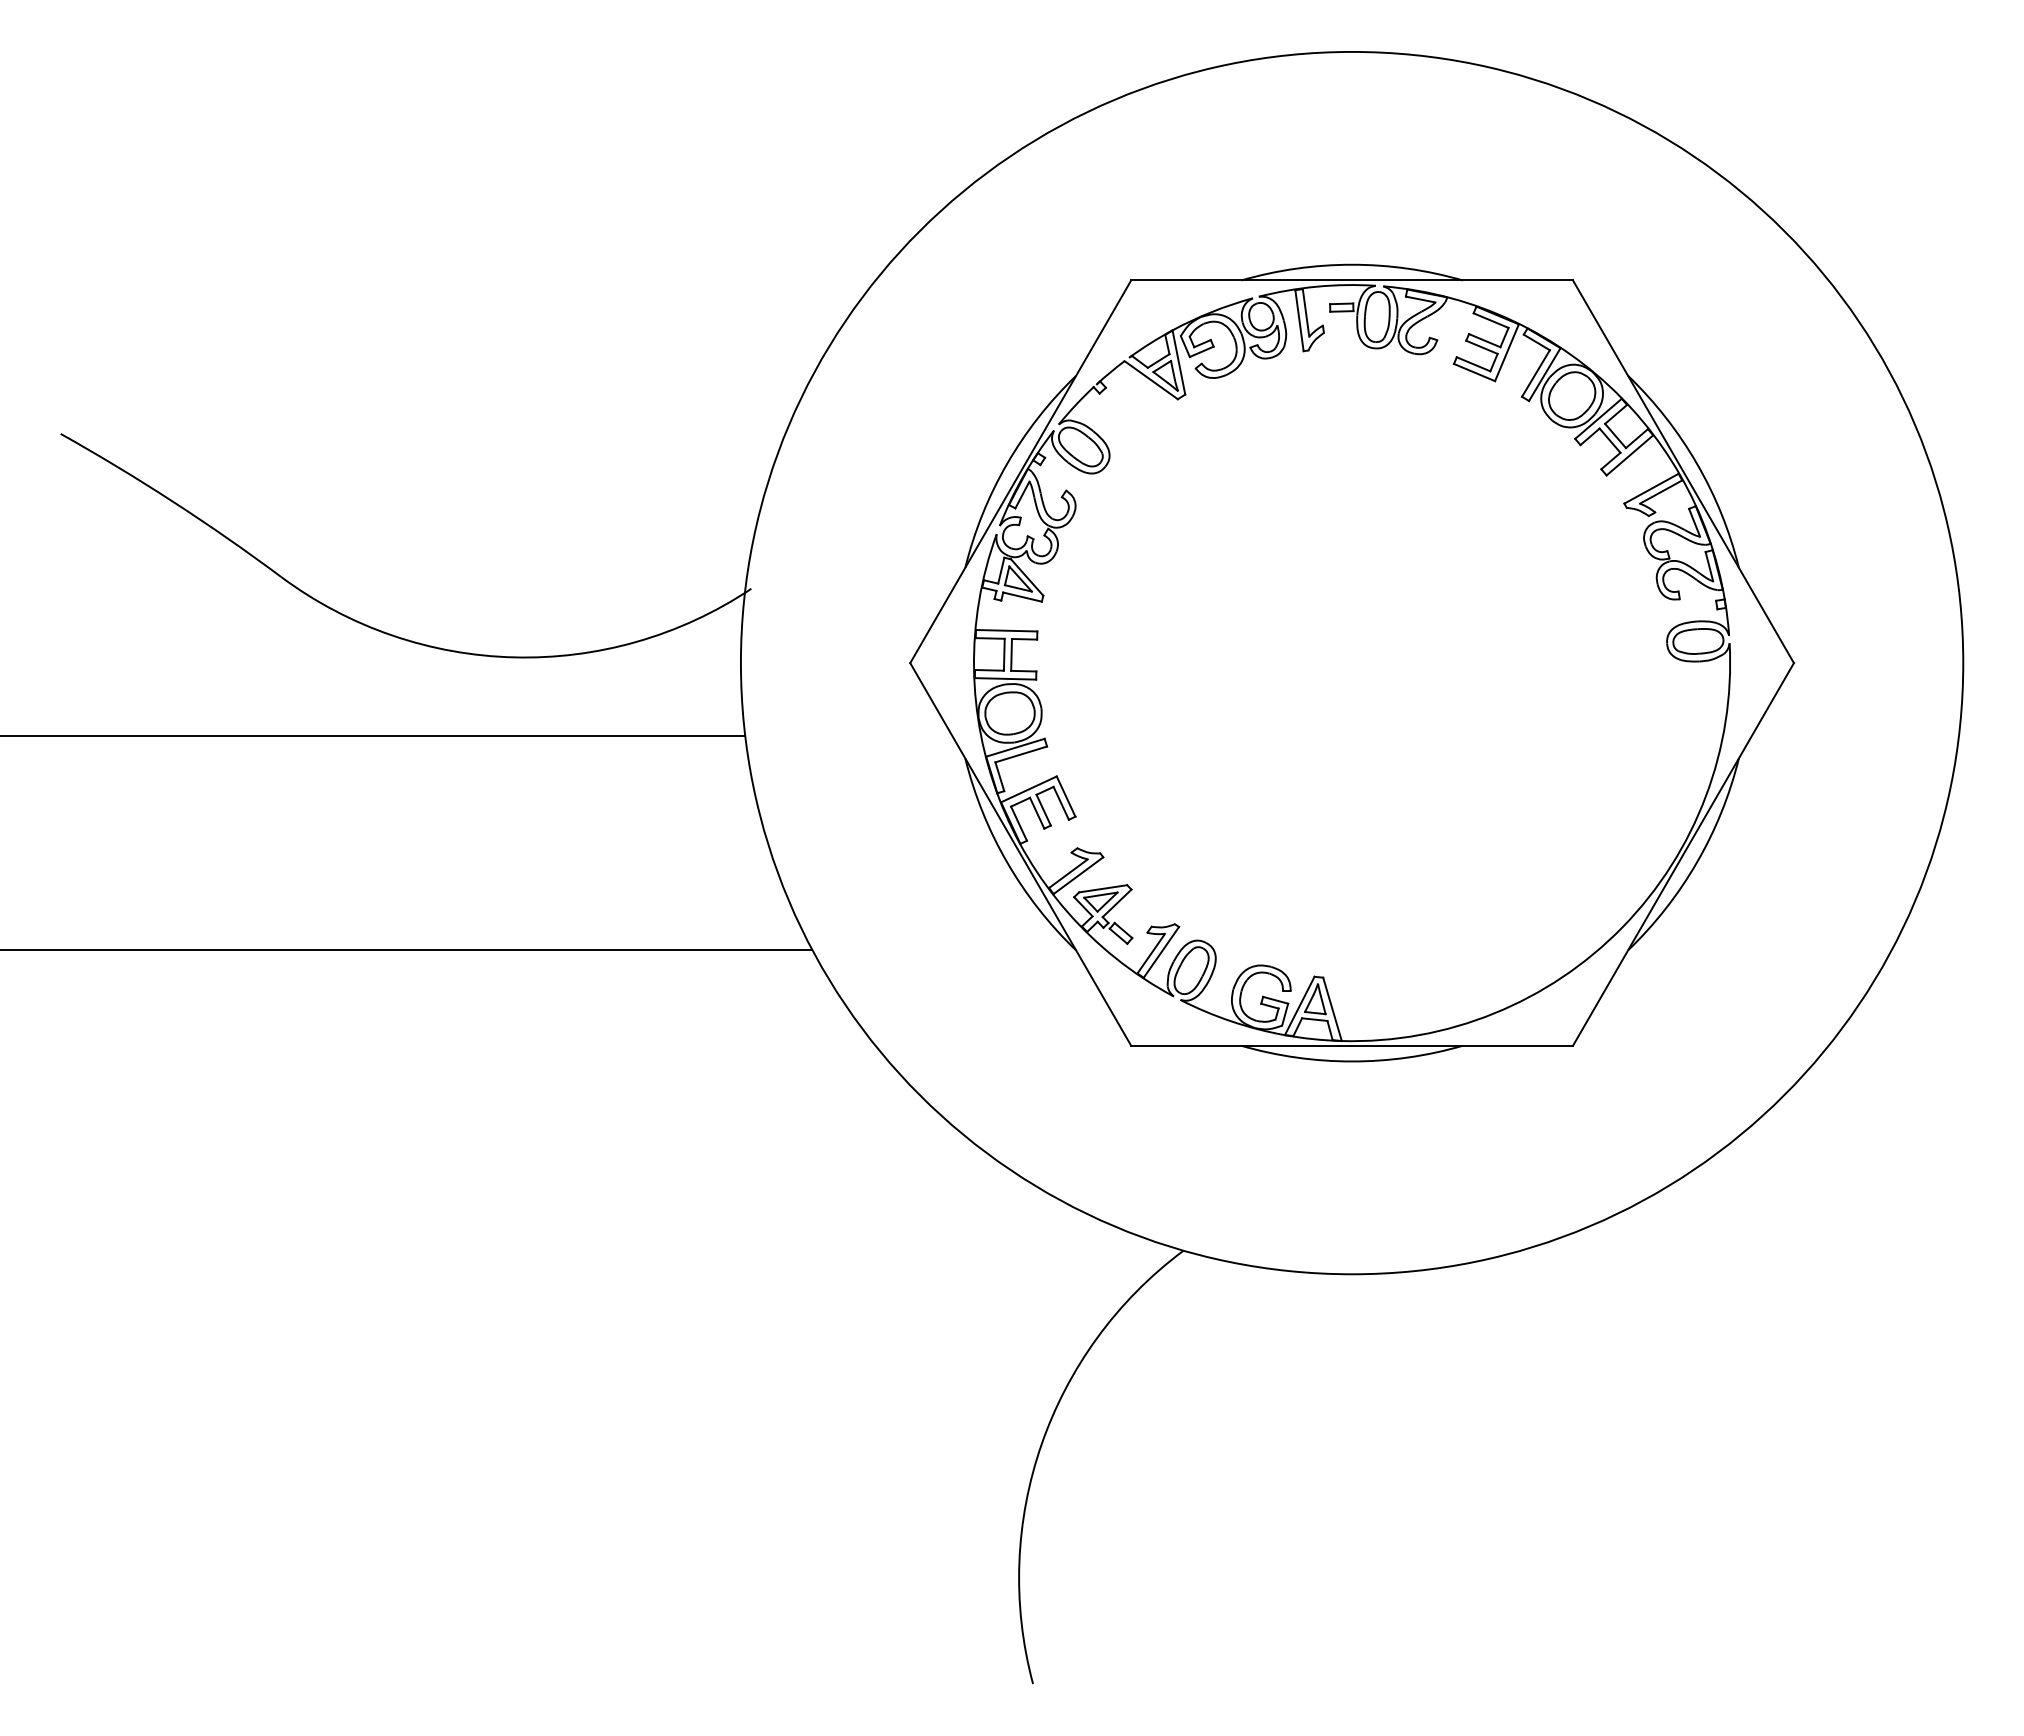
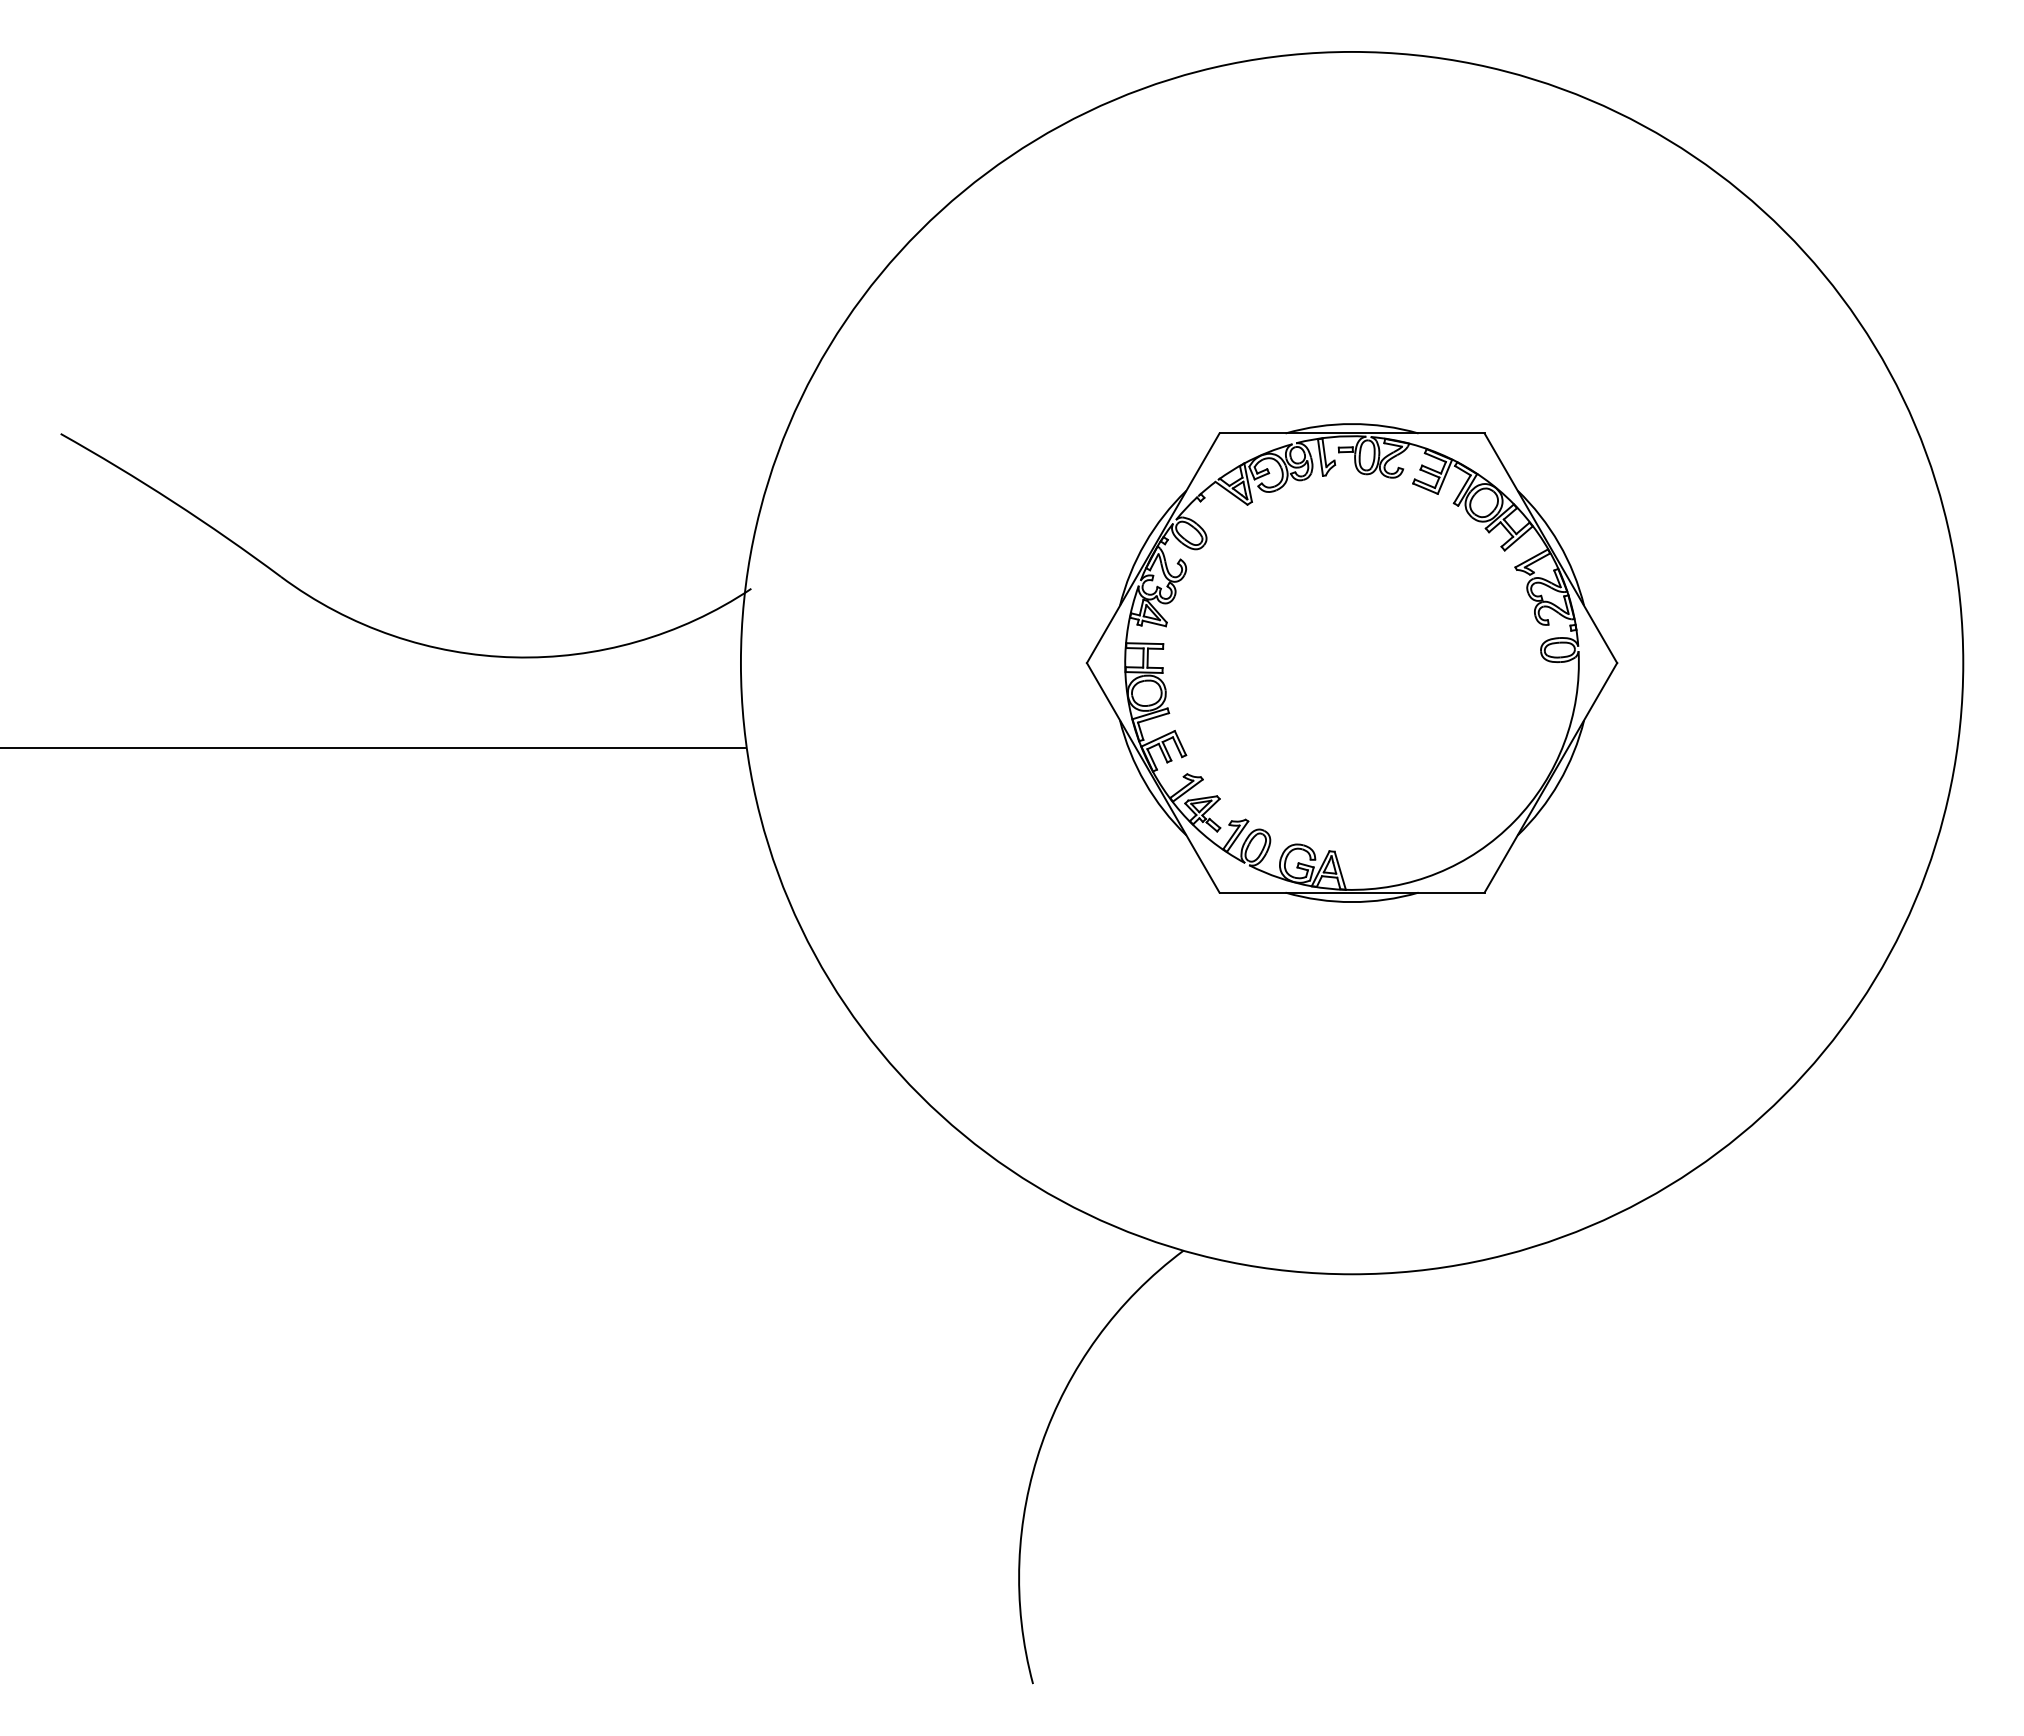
part at (1351, 662) size: 886x800 px -> 534x480 px
line at (373, 735) position: (373, 735) -> (373, 747)
line at (407, 950): present -> none
